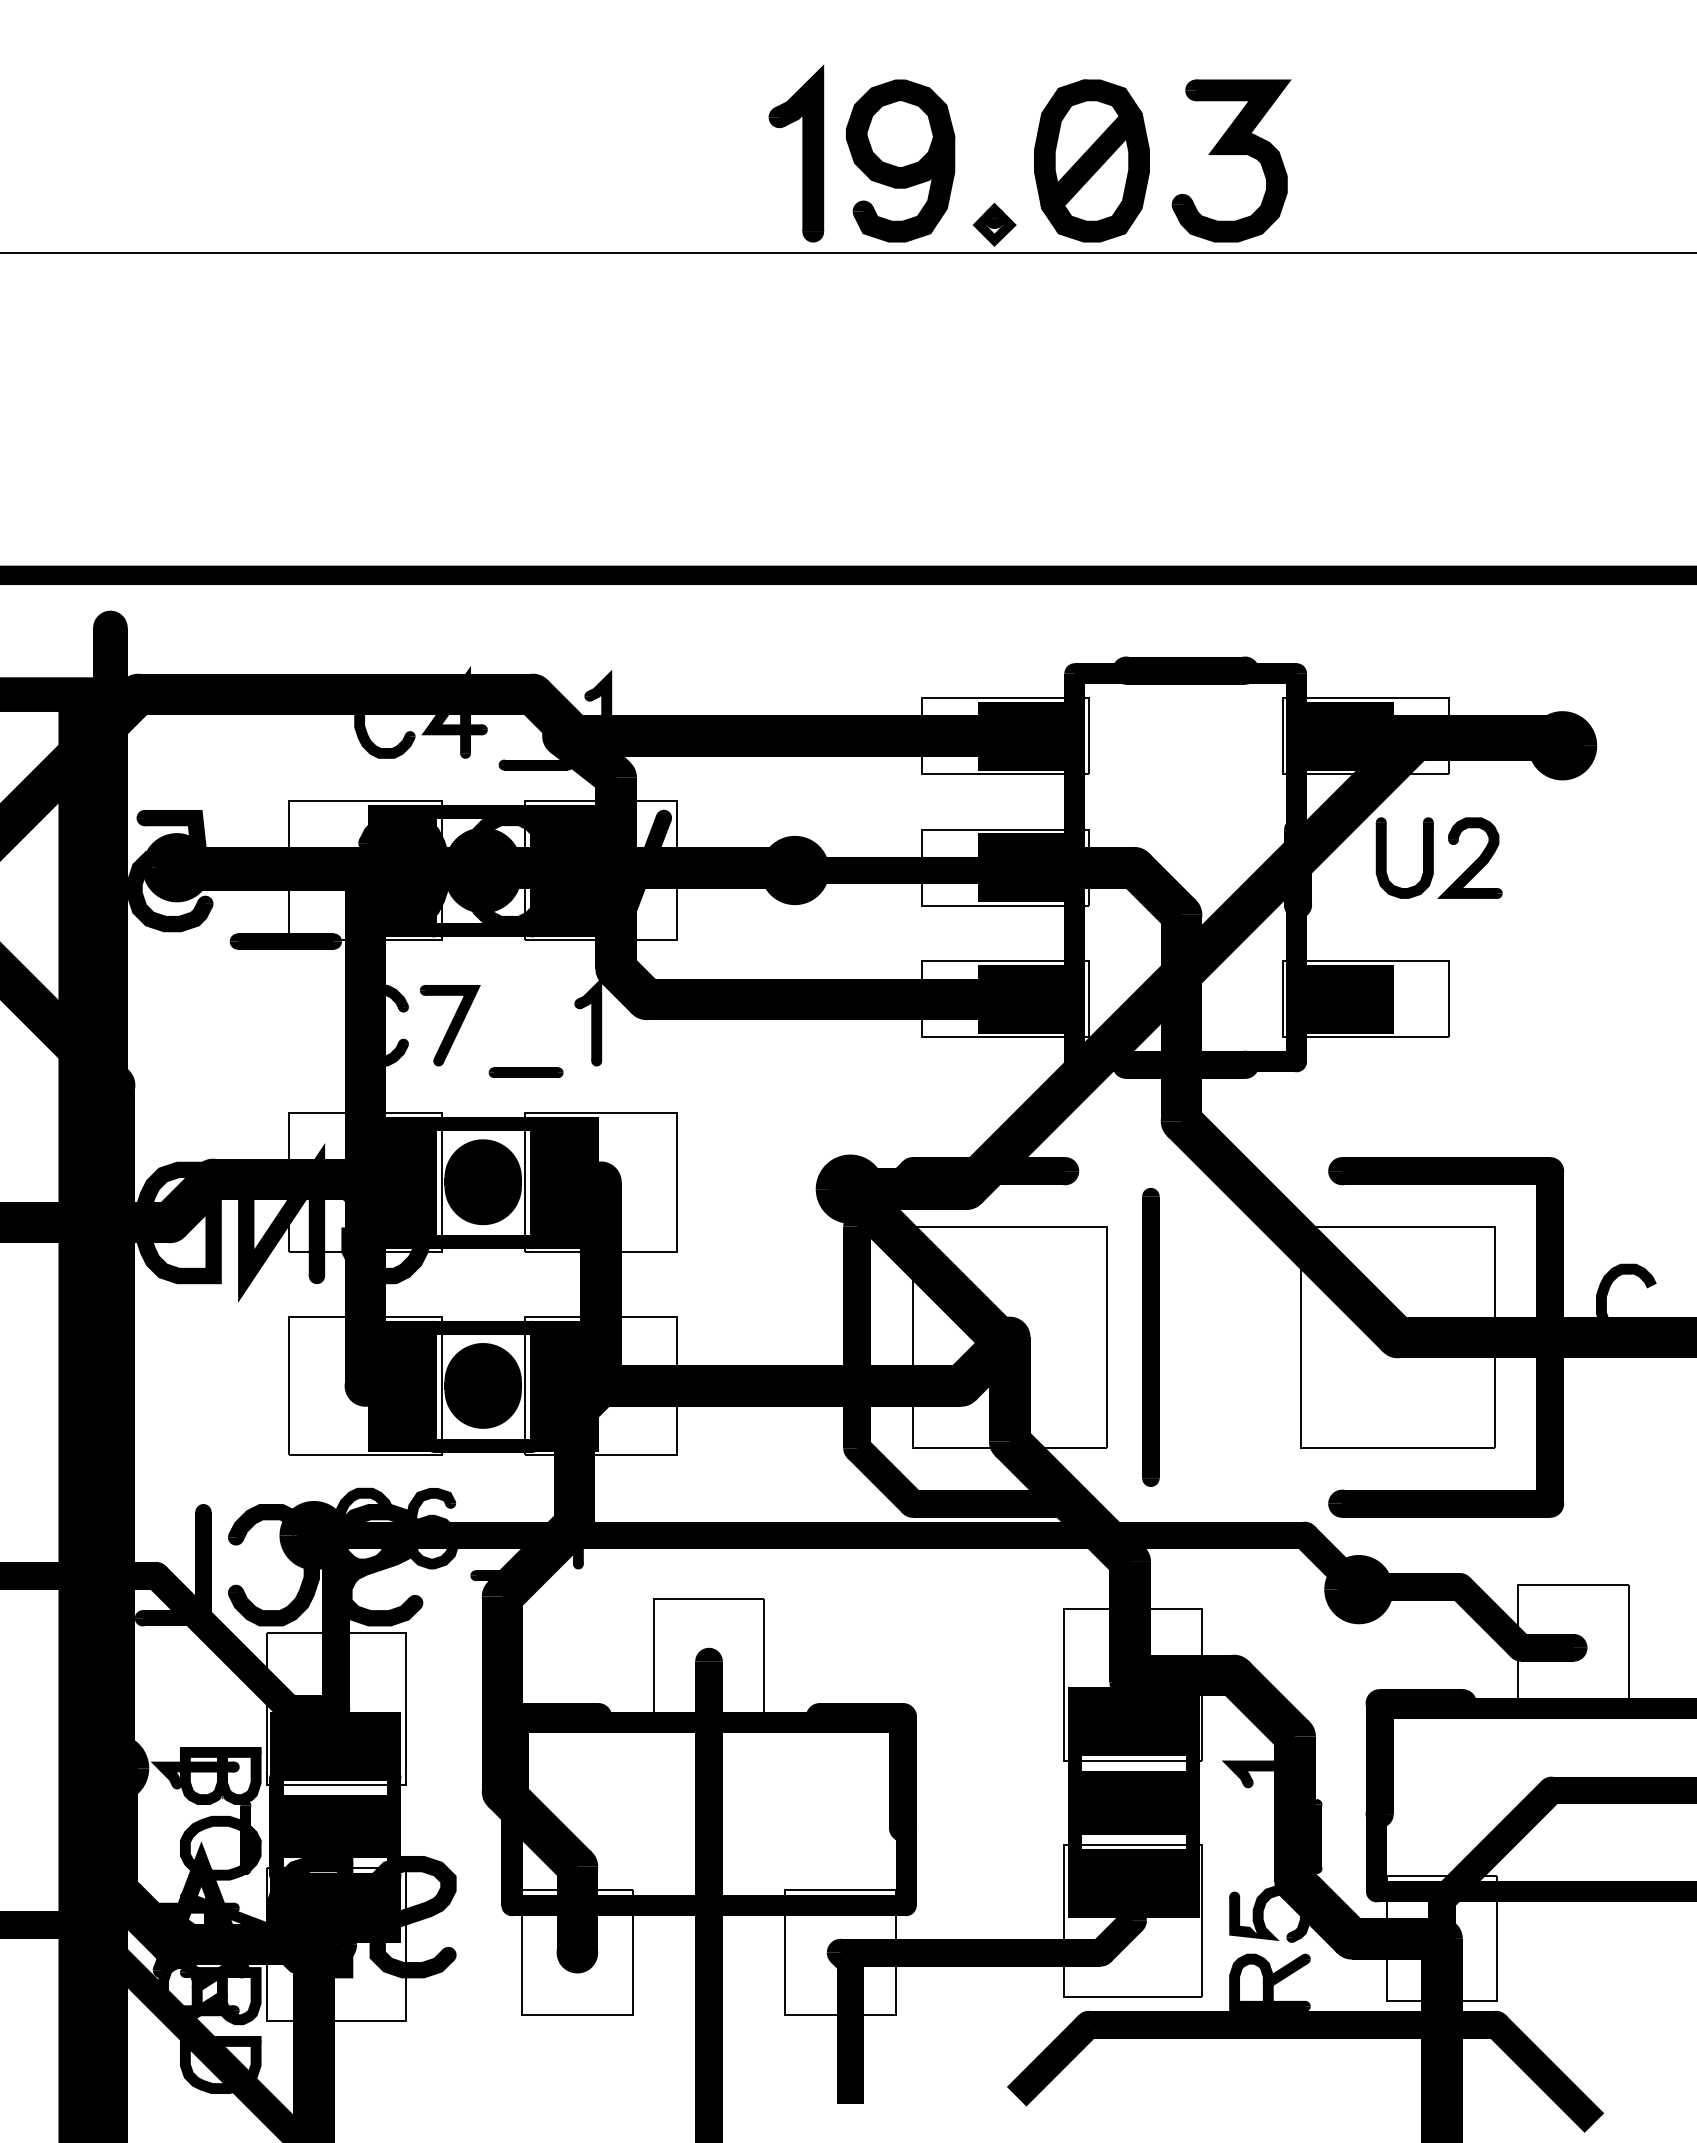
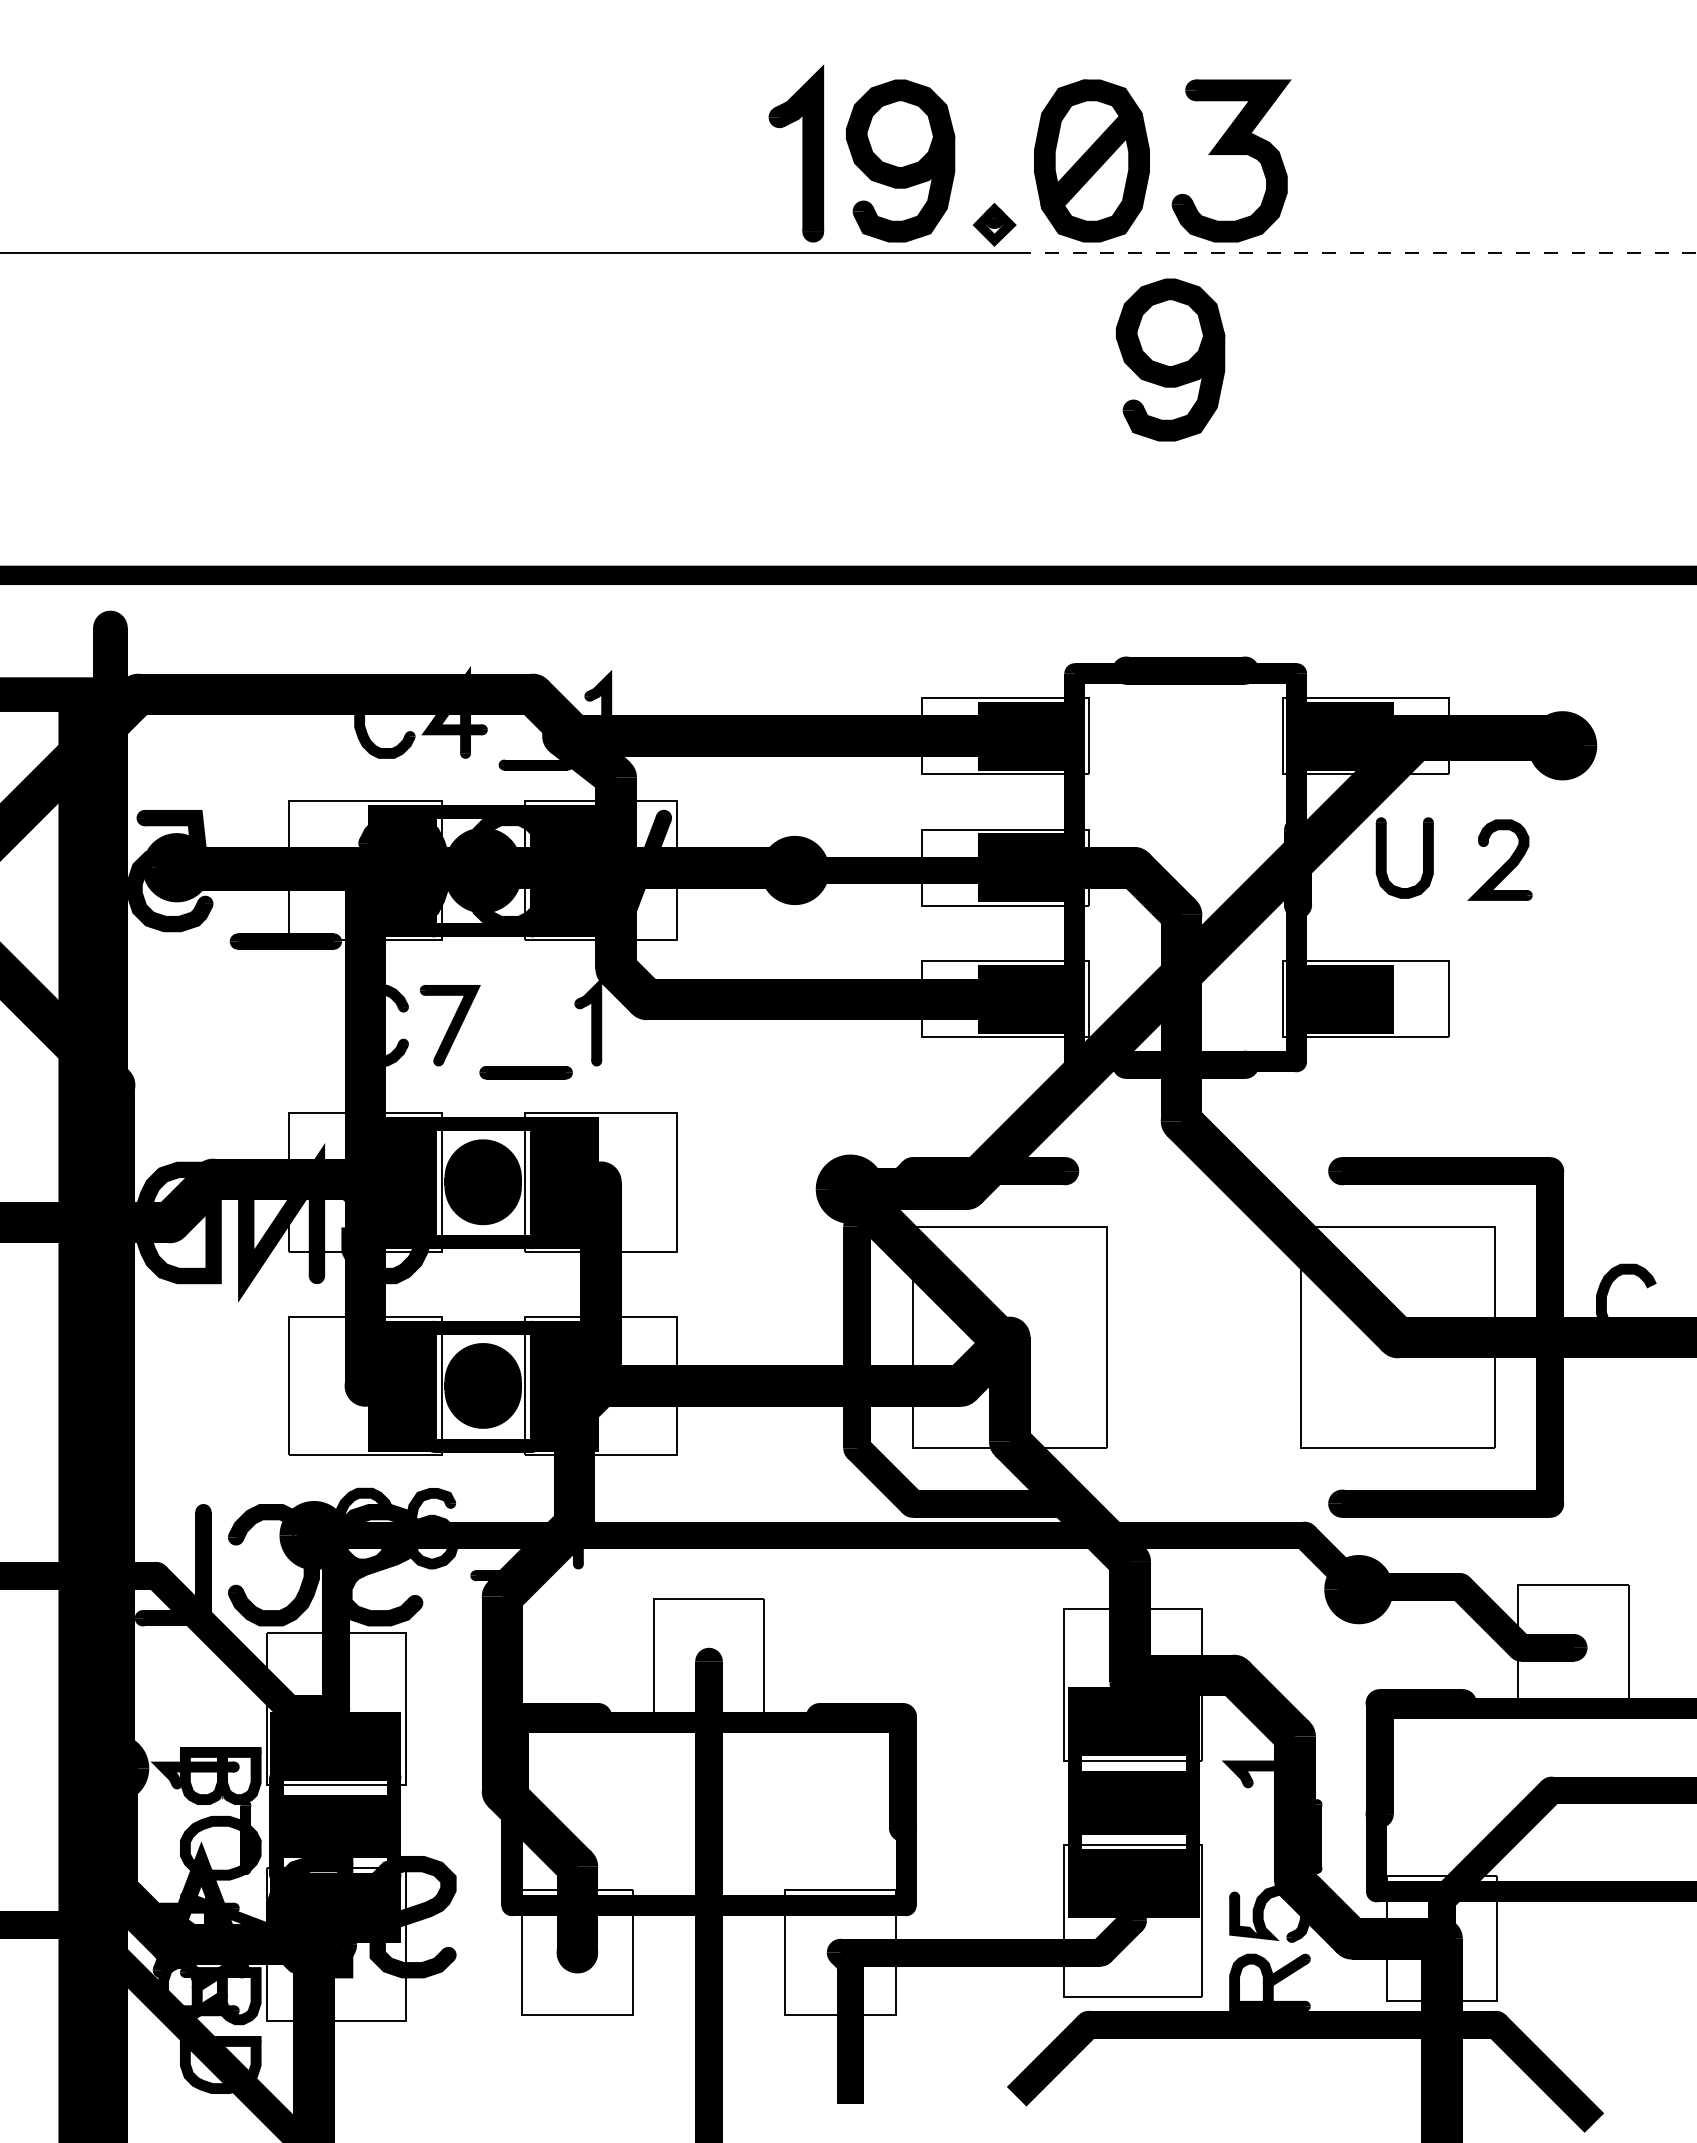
line at (1357, 252): solid -> dashed
part at (1170, 359): none -> present
part at (1474, 861) position: (1474, 861) -> (1504, 863)
part at (525, 1072) size: 76x11 px -> 94x14 px
part at (1150, 1337): present -> none
